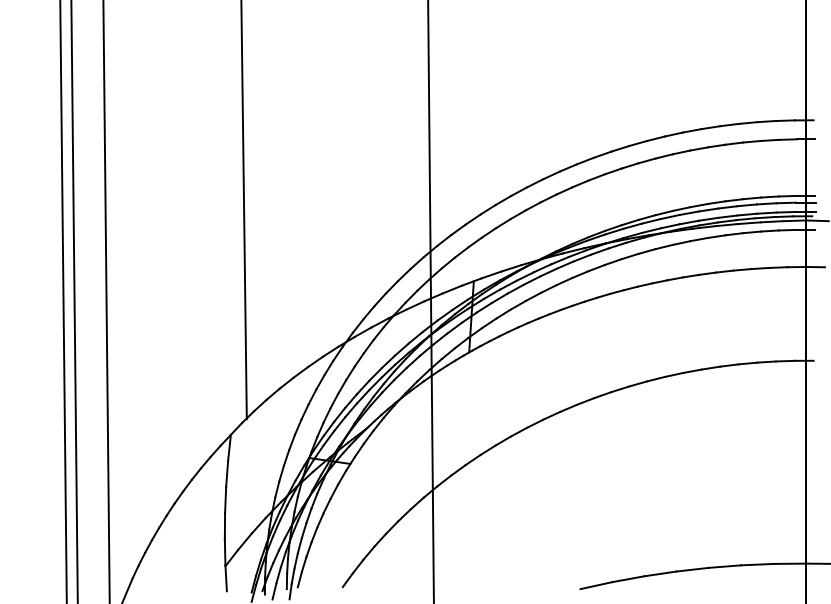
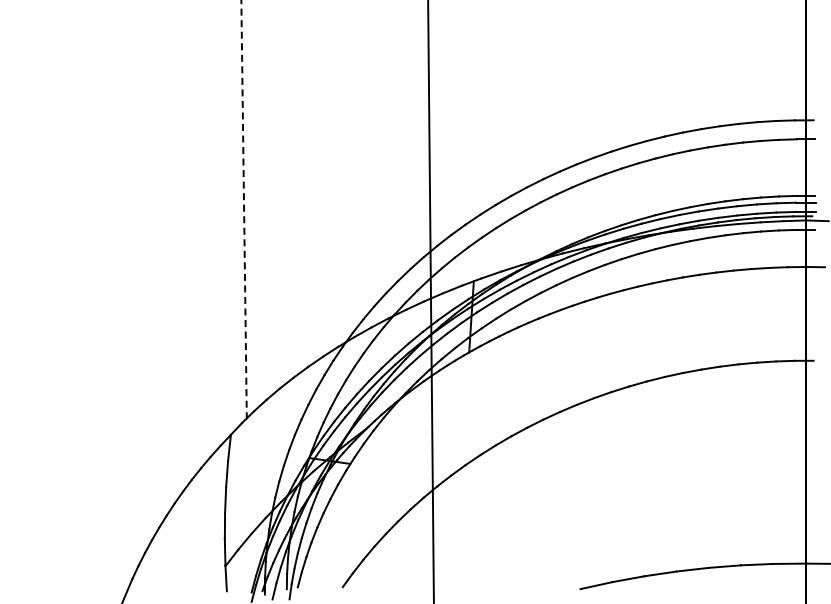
line at (244, 209): solid -> dashed
line at (63, 301): present -> none
line at (74, 301): present -> none
line at (106, 301): present -> none
